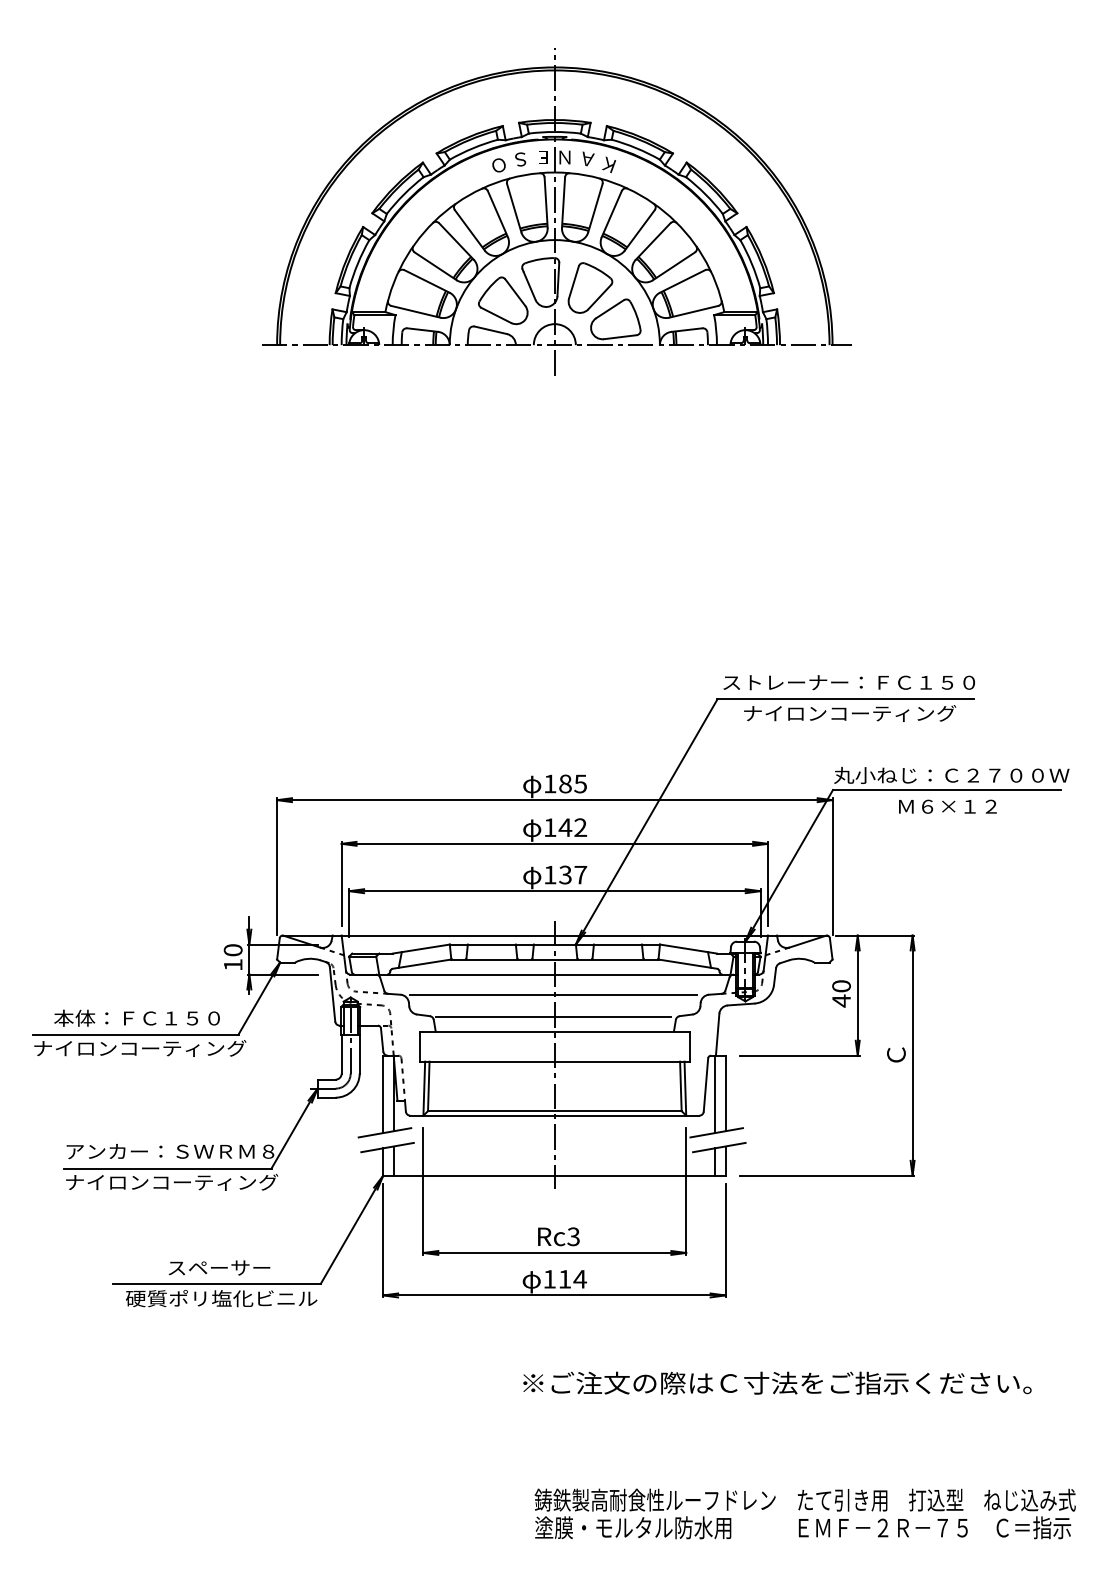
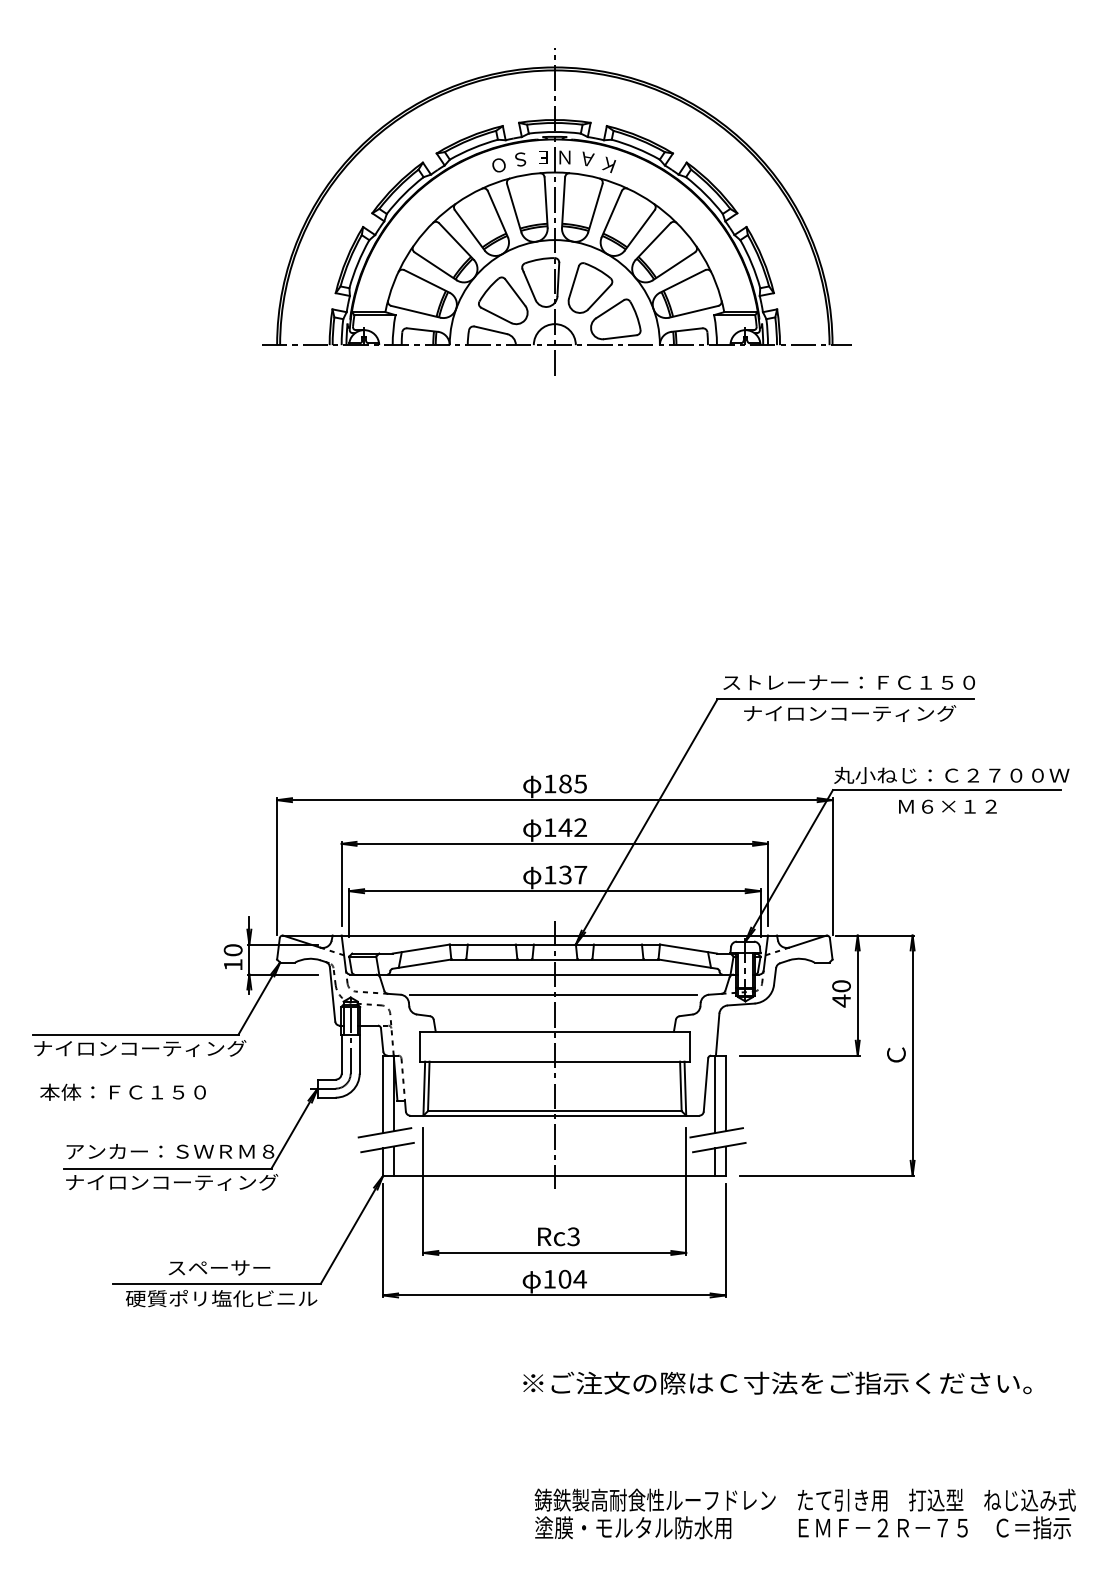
line at (553, 1016): present -> none
text at (136, 1017) position: (136, 1017) -> (122, 1091)
text at (564, 1278): 114 -> 104
